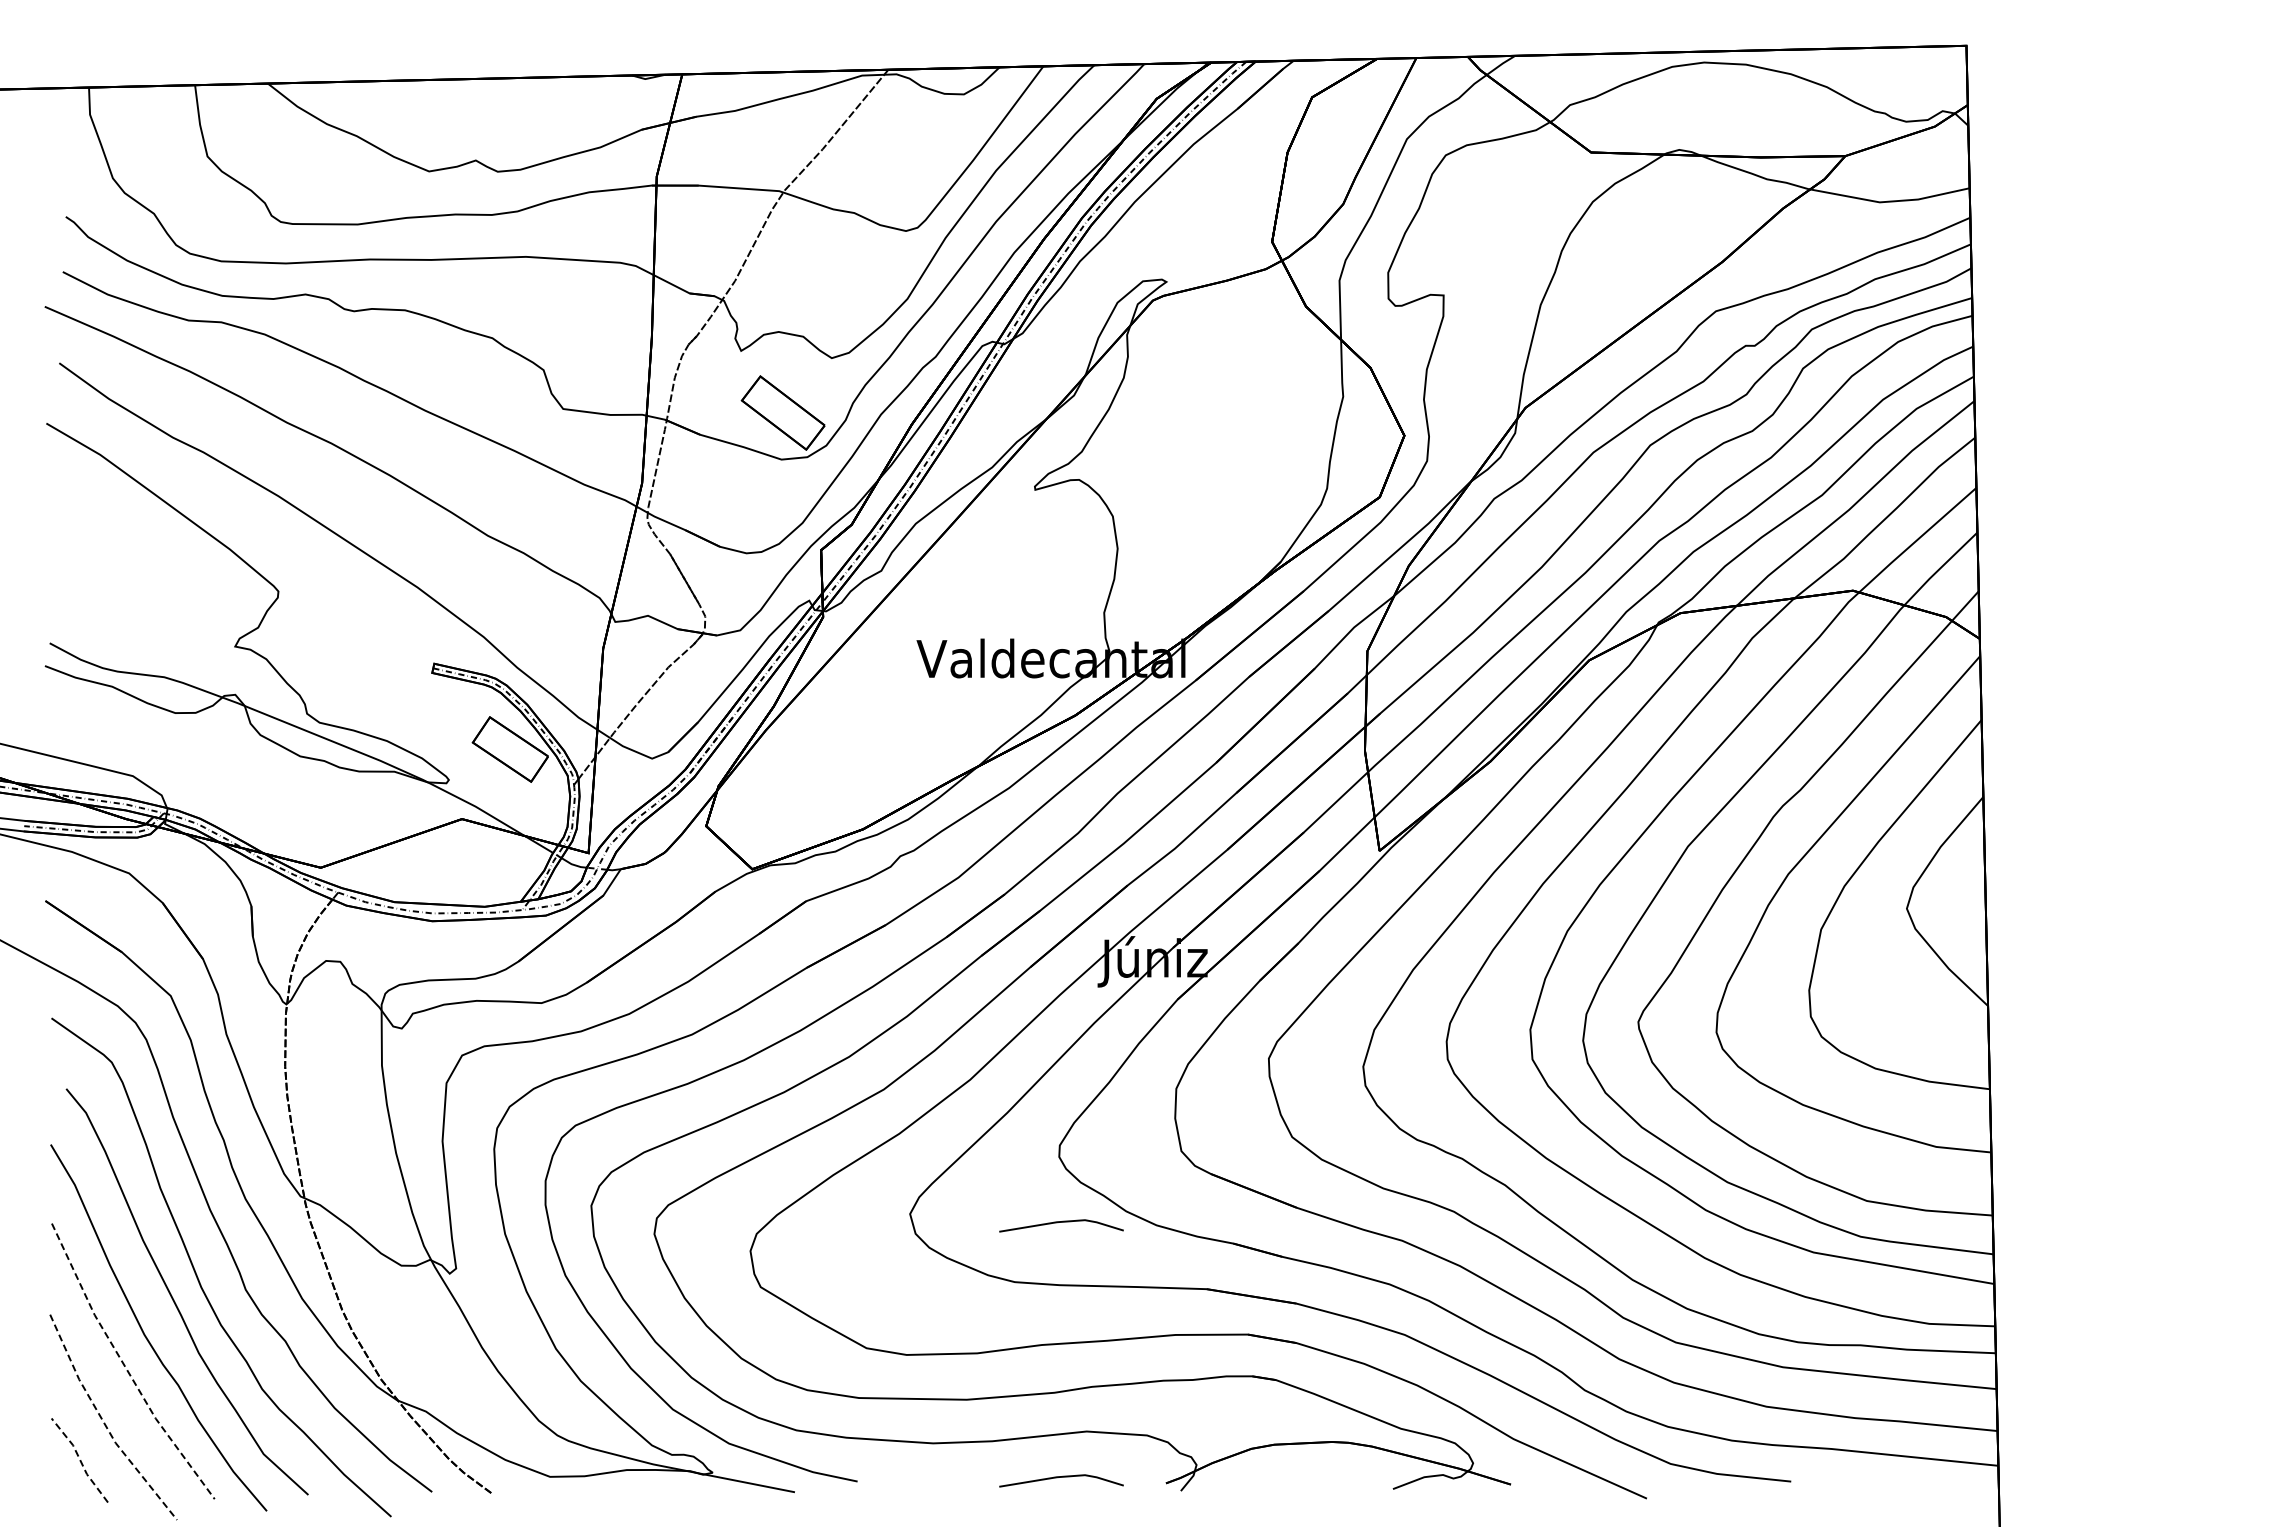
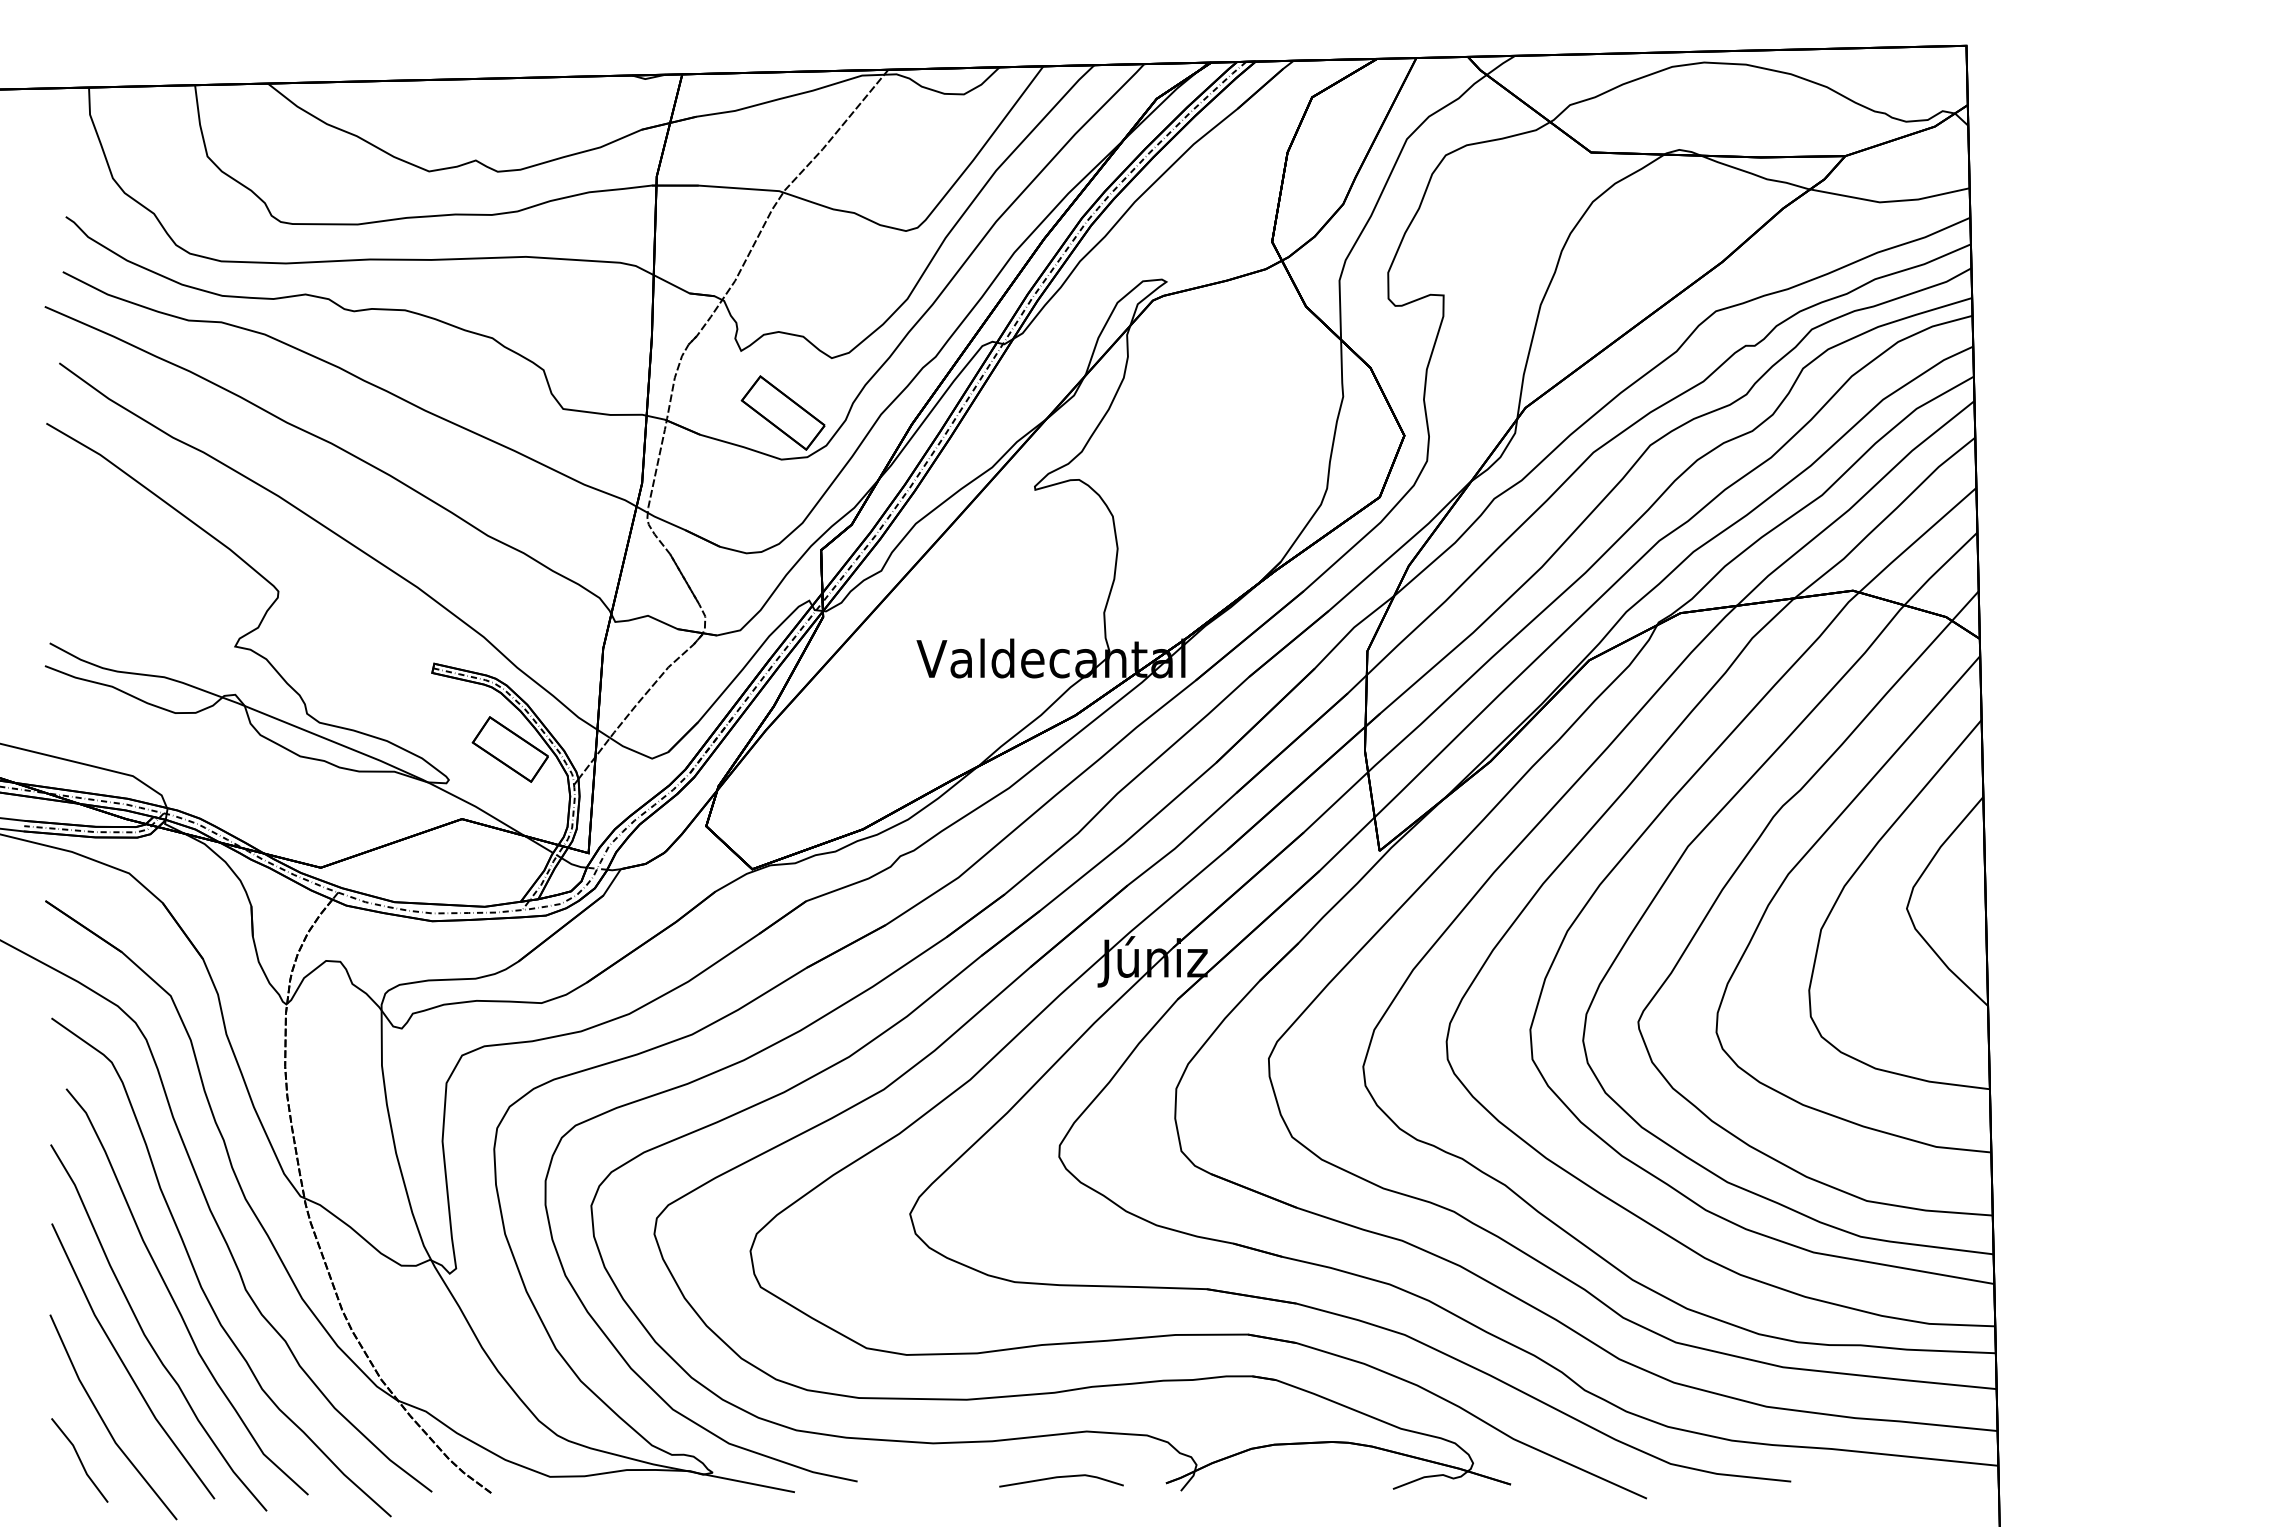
line at (1061, 1222): present -> none
line at (125, 1366): dashed -> solid
line at (104, 1423): dashed -> solid
line at (80, 1460): dashed -> solid
